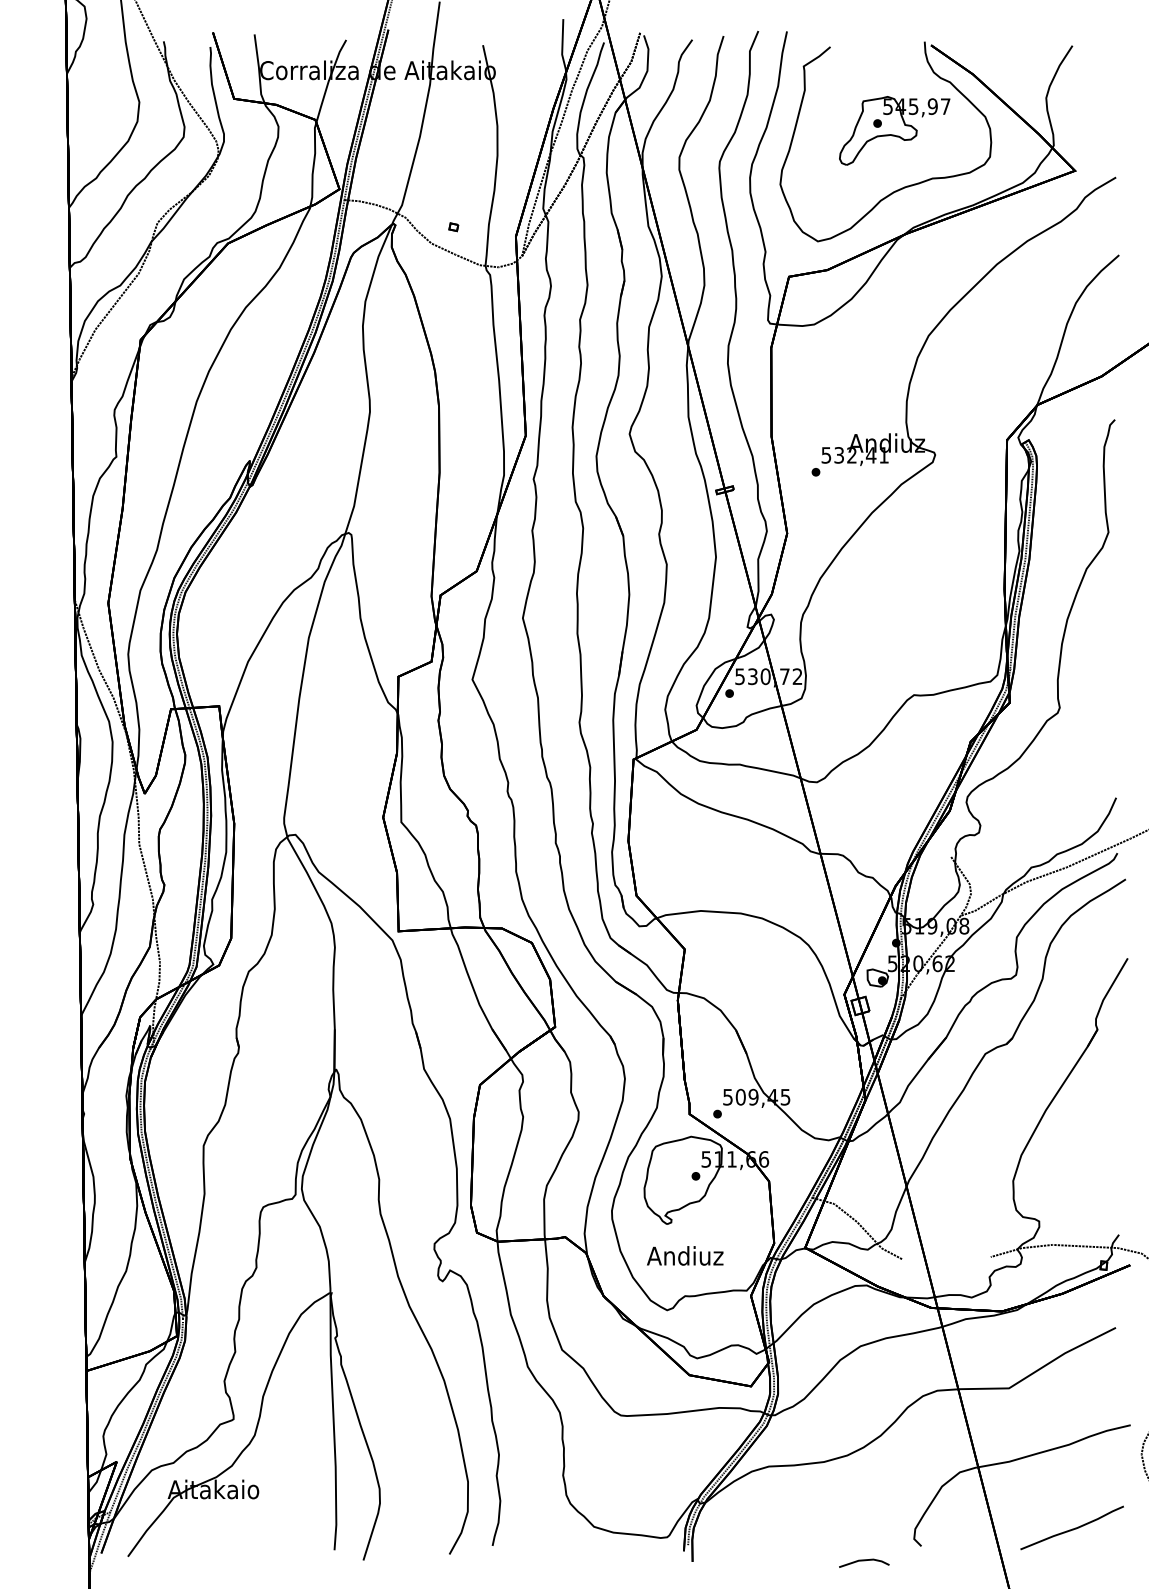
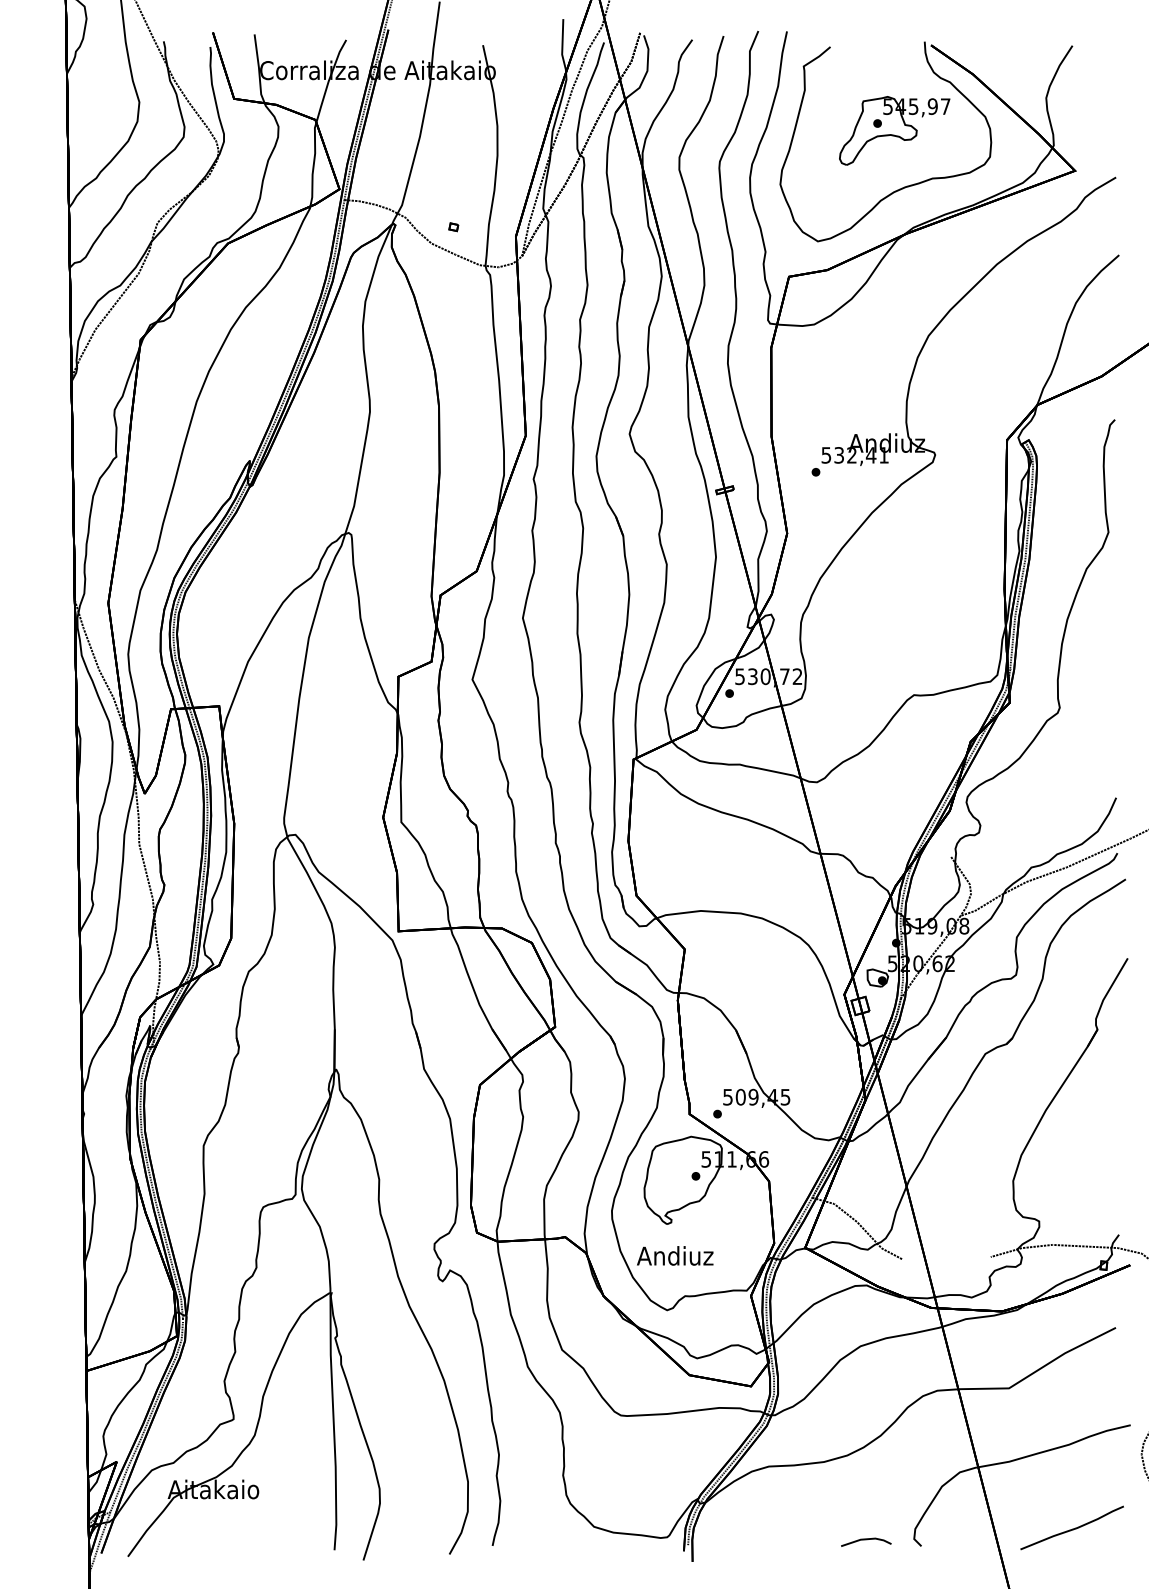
text at (685, 1255) position: (685, 1255) -> (675, 1255)
line at (864, 1561) position: (864, 1561) -> (866, 1540)
